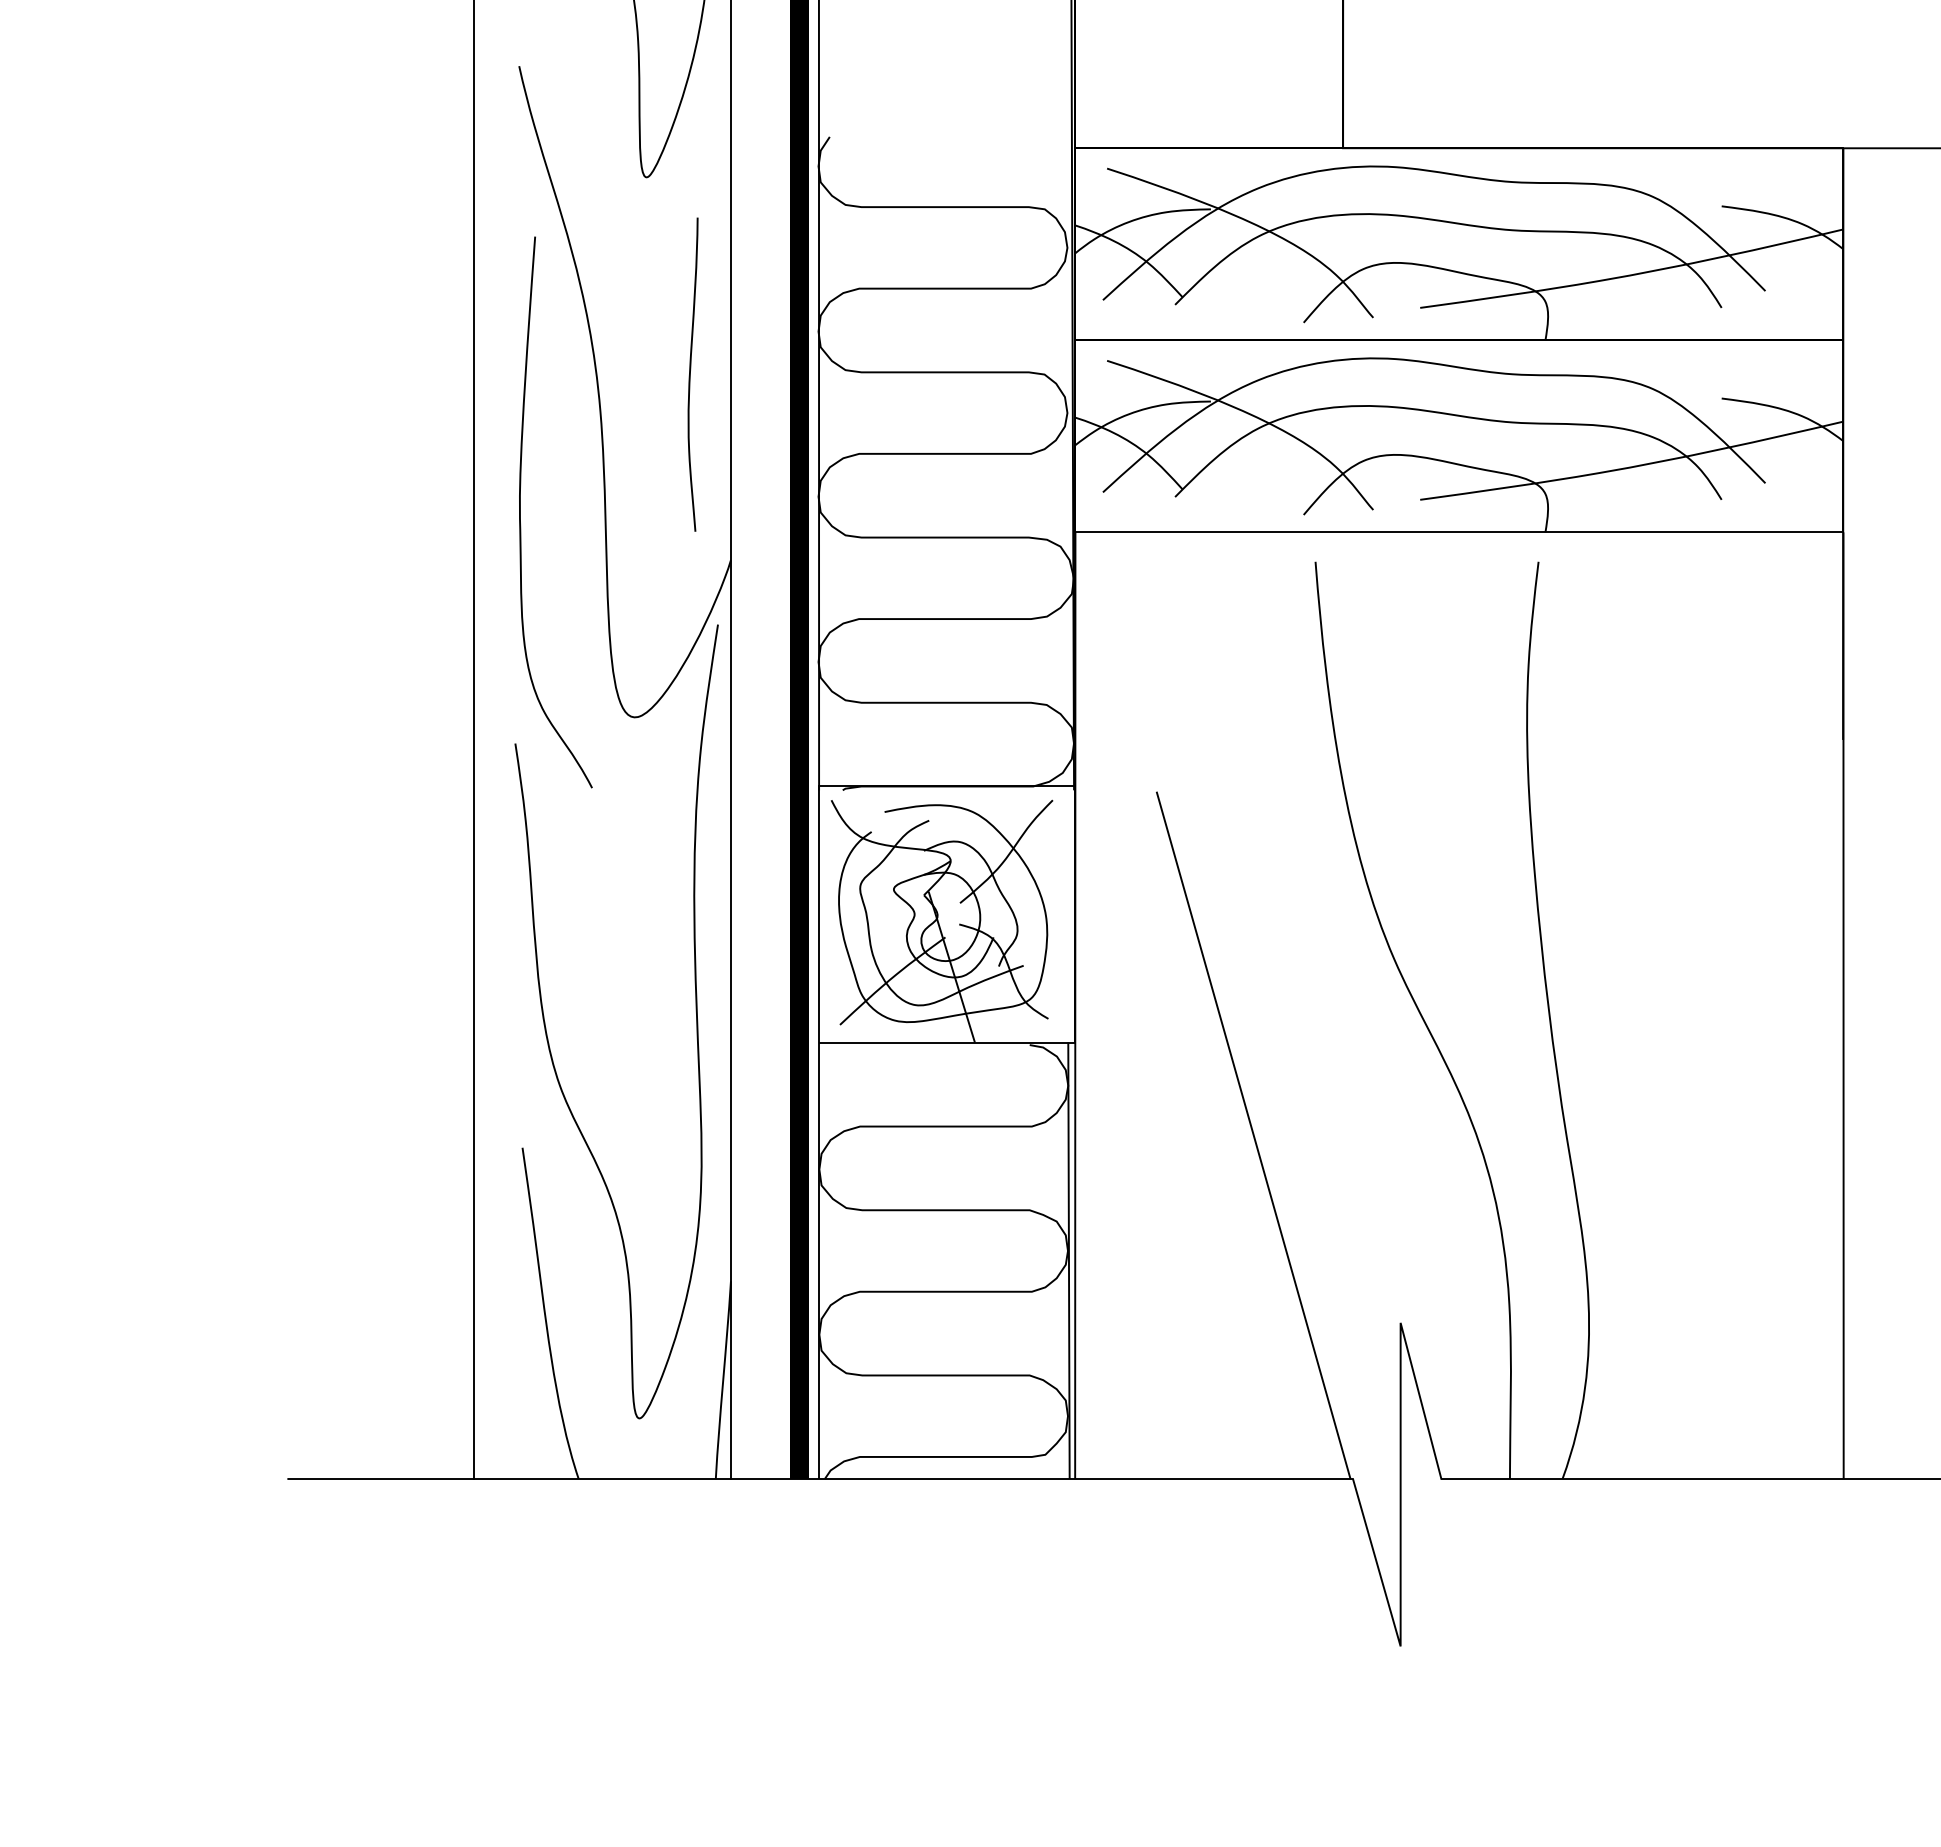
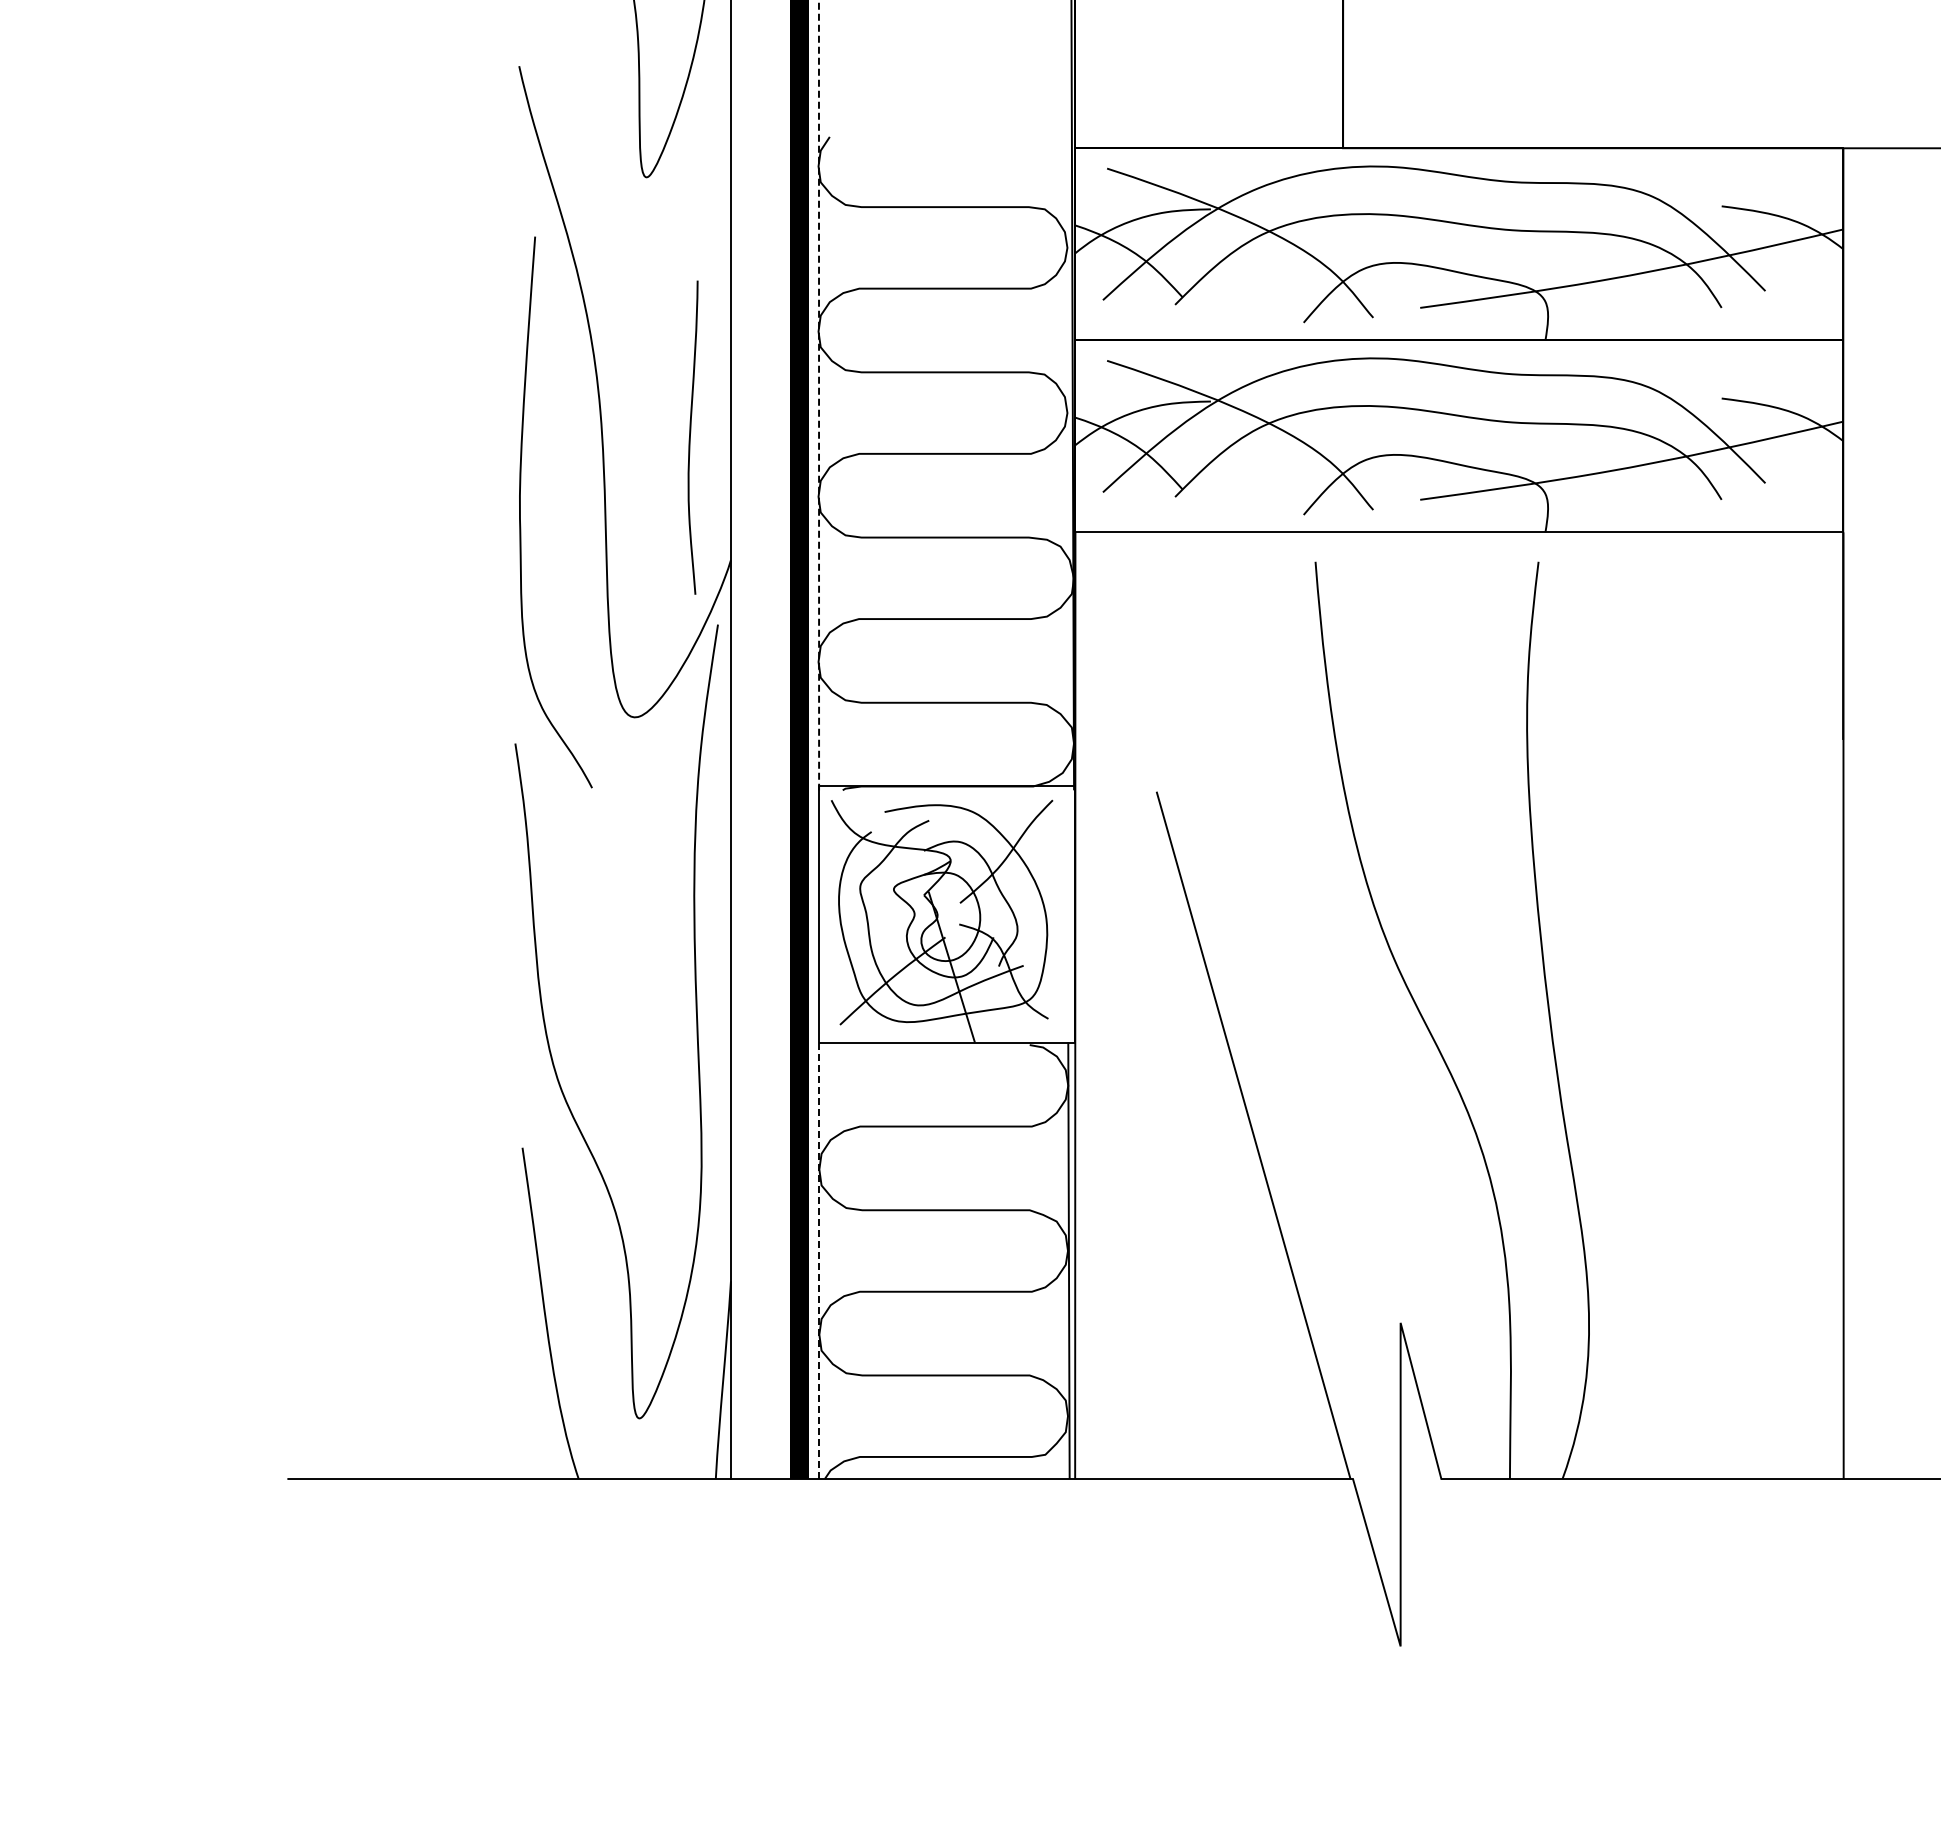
curve at (690, 374) position: (690, 374) -> (690, 437)
line at (819, 395): solid -> dashed
line at (473, 740): present -> none
line at (819, 1261): solid -> dashed
